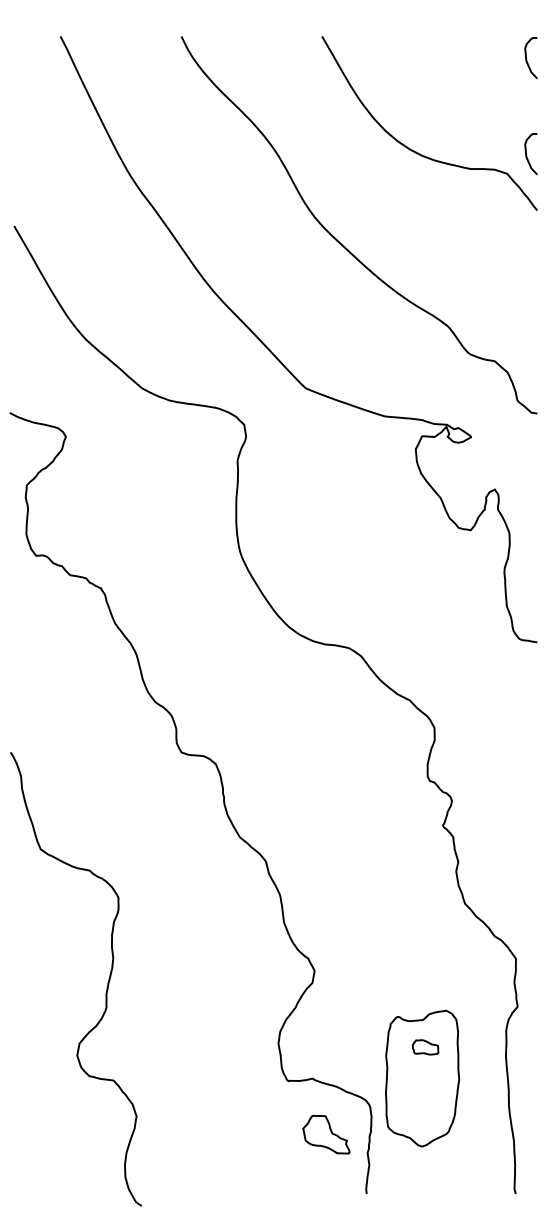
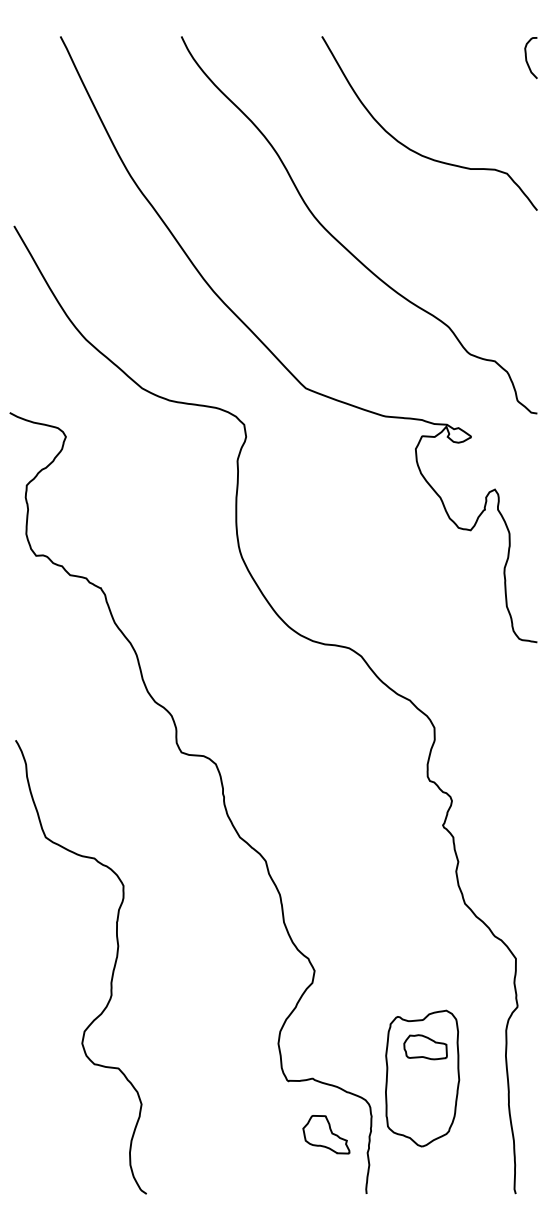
curve at (527, 155): present -> none
curve at (106, 987) position: (106, 987) -> (111, 975)
part at (425, 1047) size: 29x17 px -> 45x27 px
